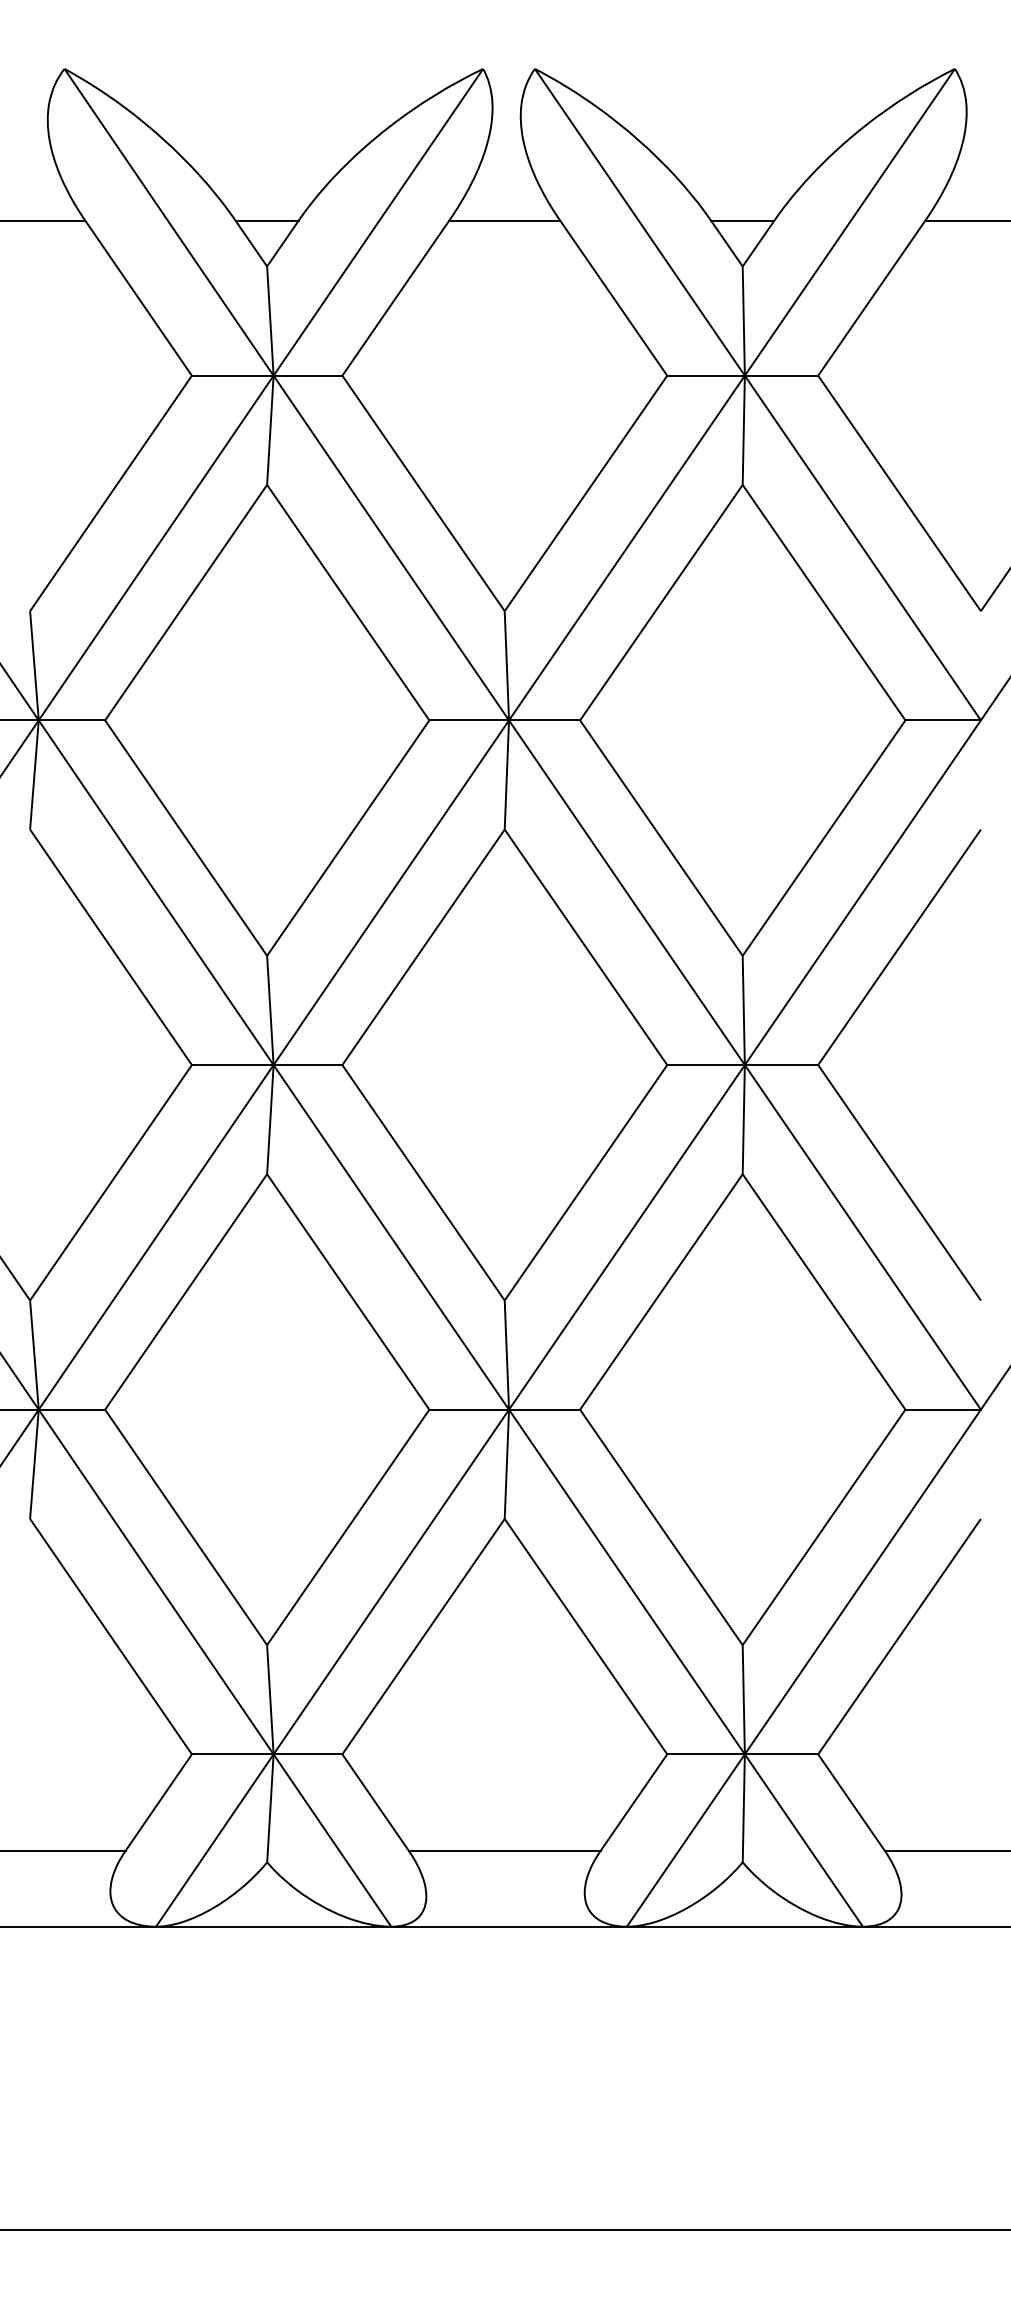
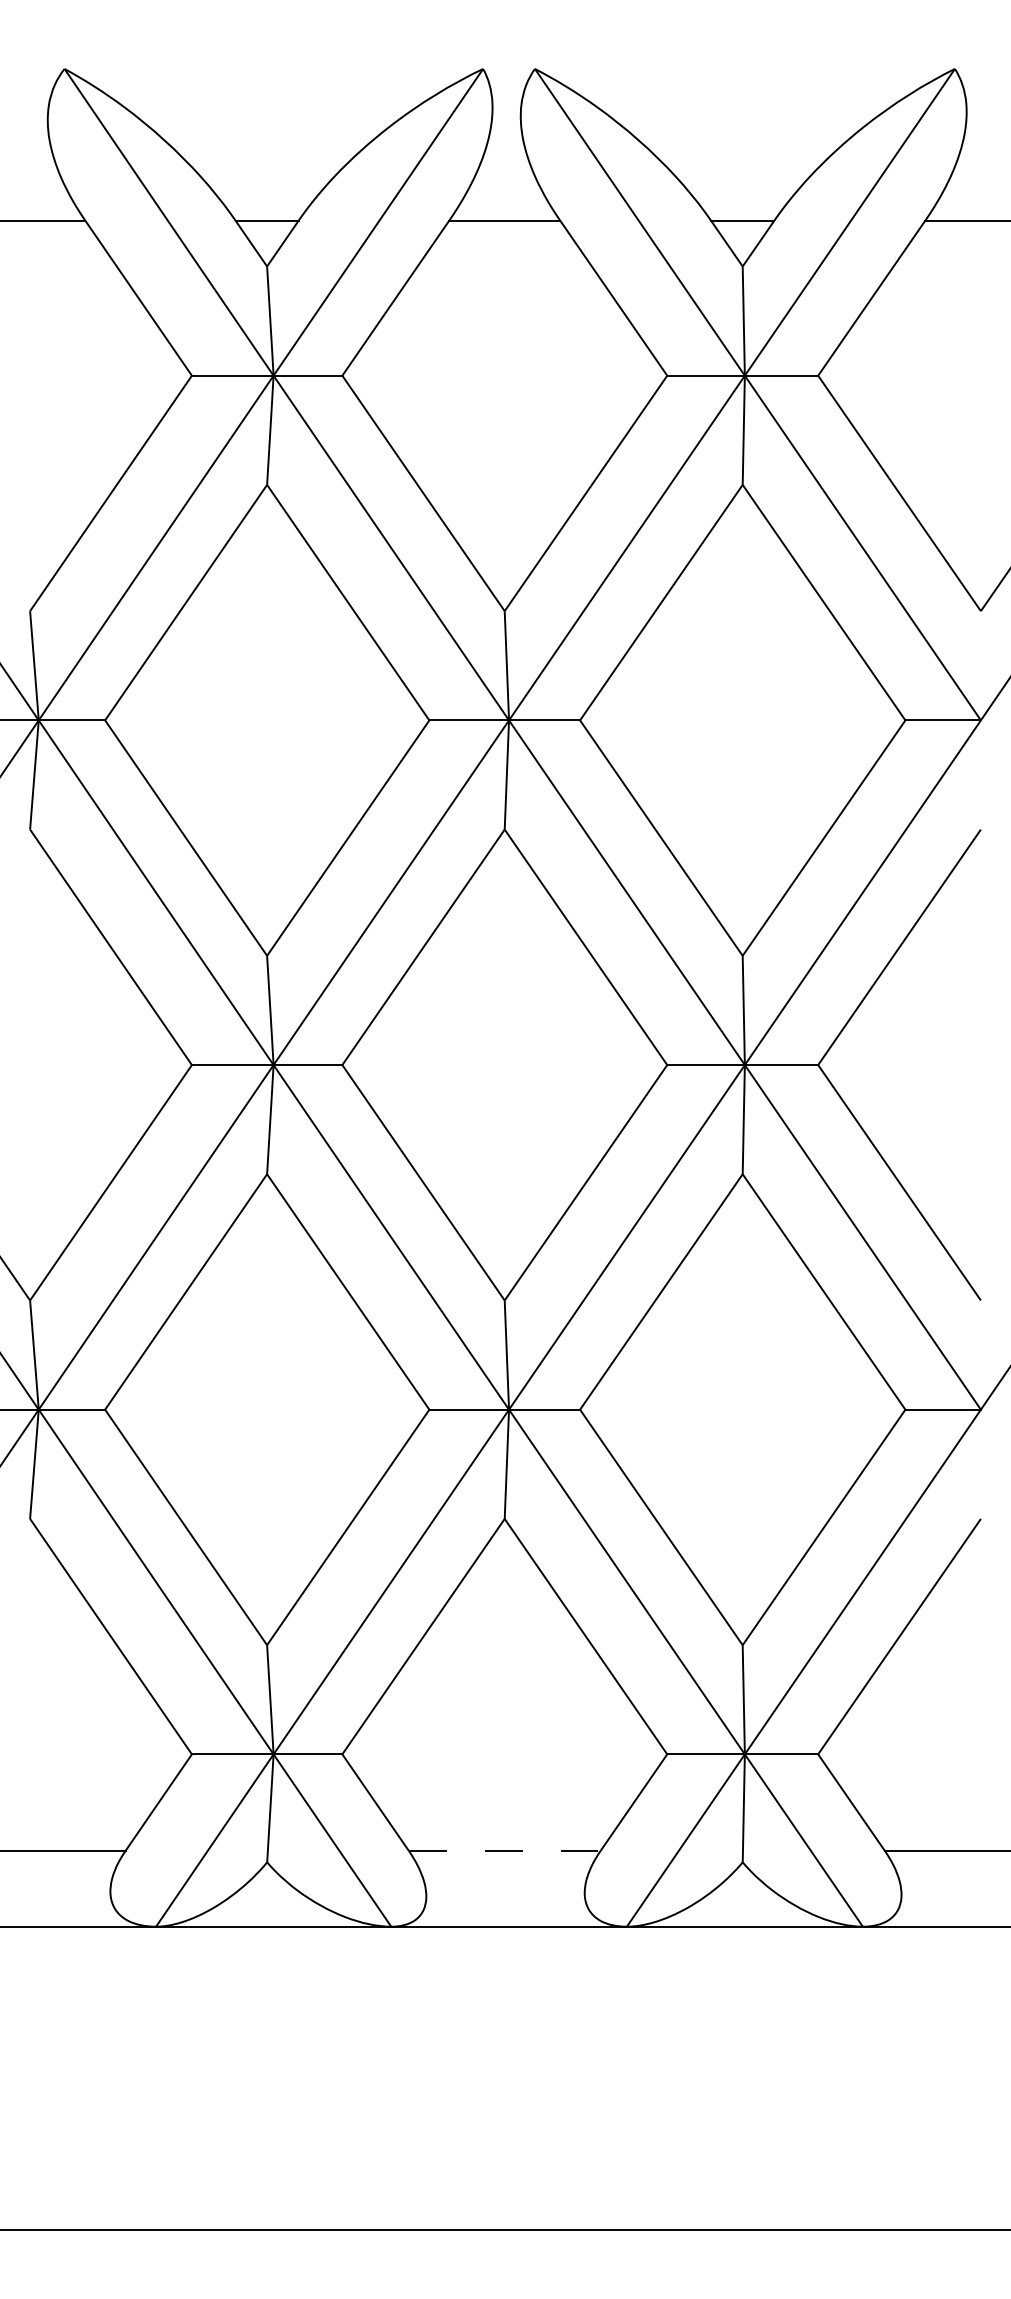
line at (504, 1850): solid -> dashed
